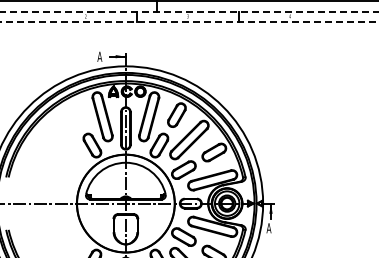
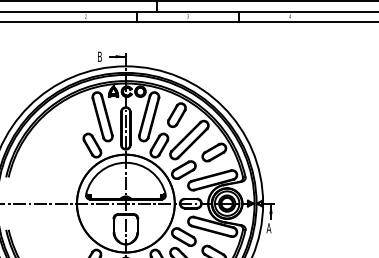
line at (189, 11): dashed -> solid
line at (189, 21): dashed -> solid
text at (99, 56): A -> B
